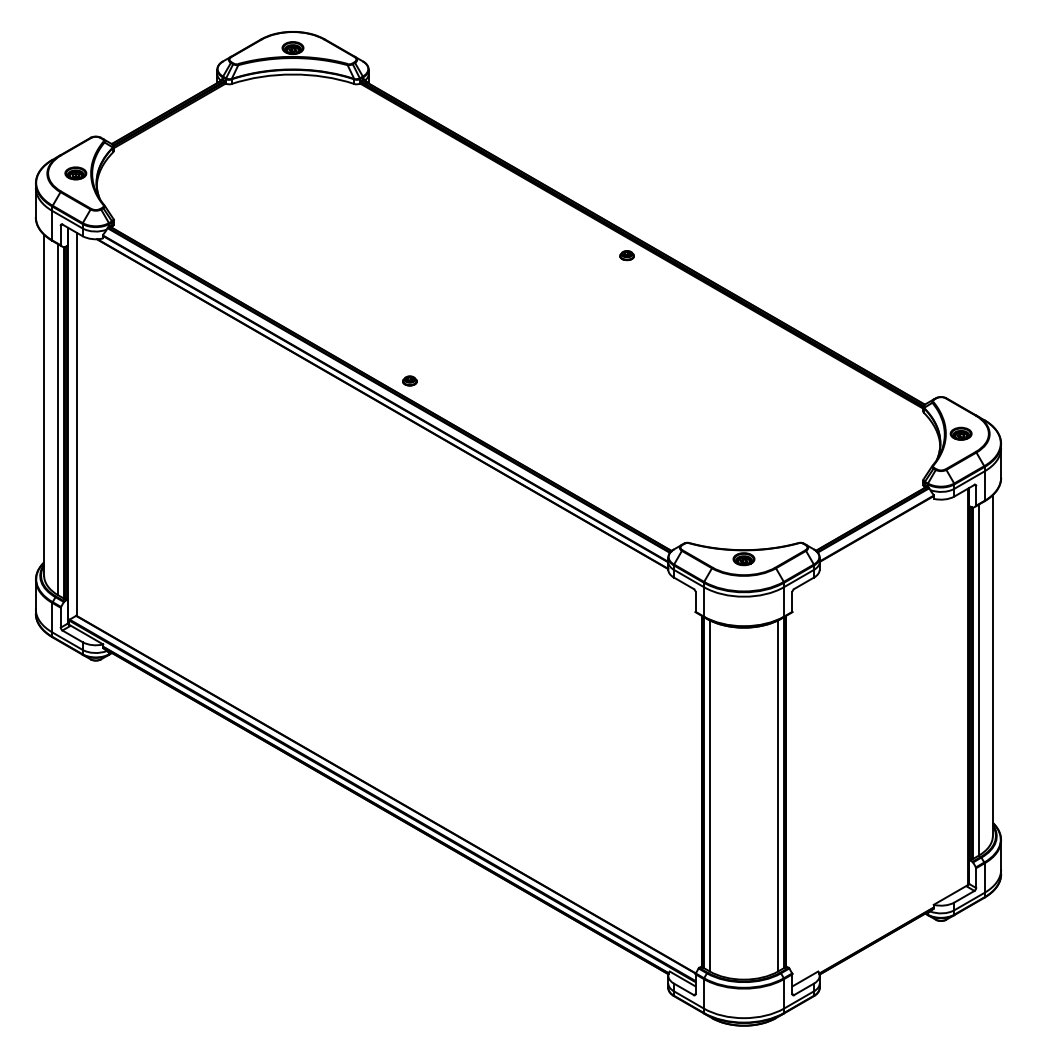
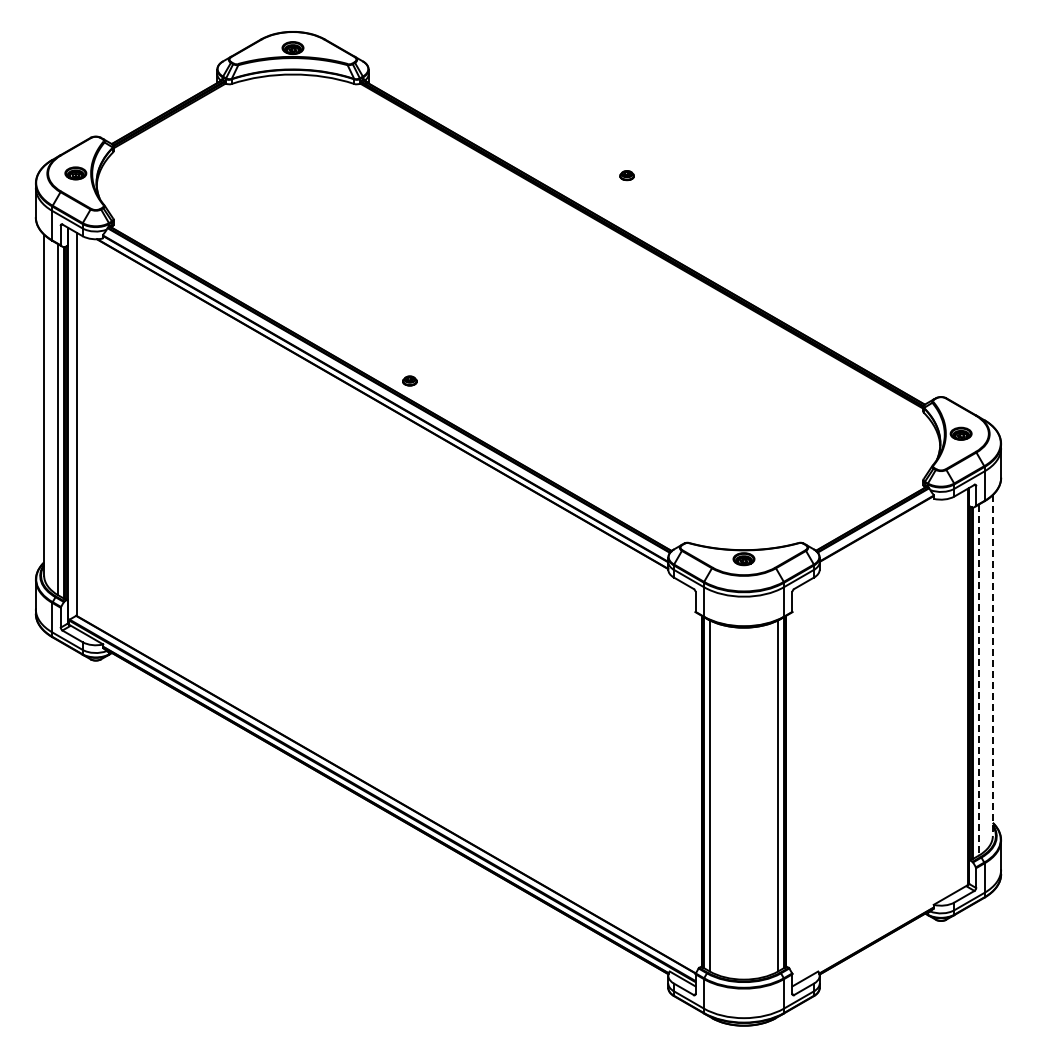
part at (626, 255) position: (626, 255) -> (626, 175)
line at (992, 666): solid -> dashed
line at (978, 680): solid -> dashed
